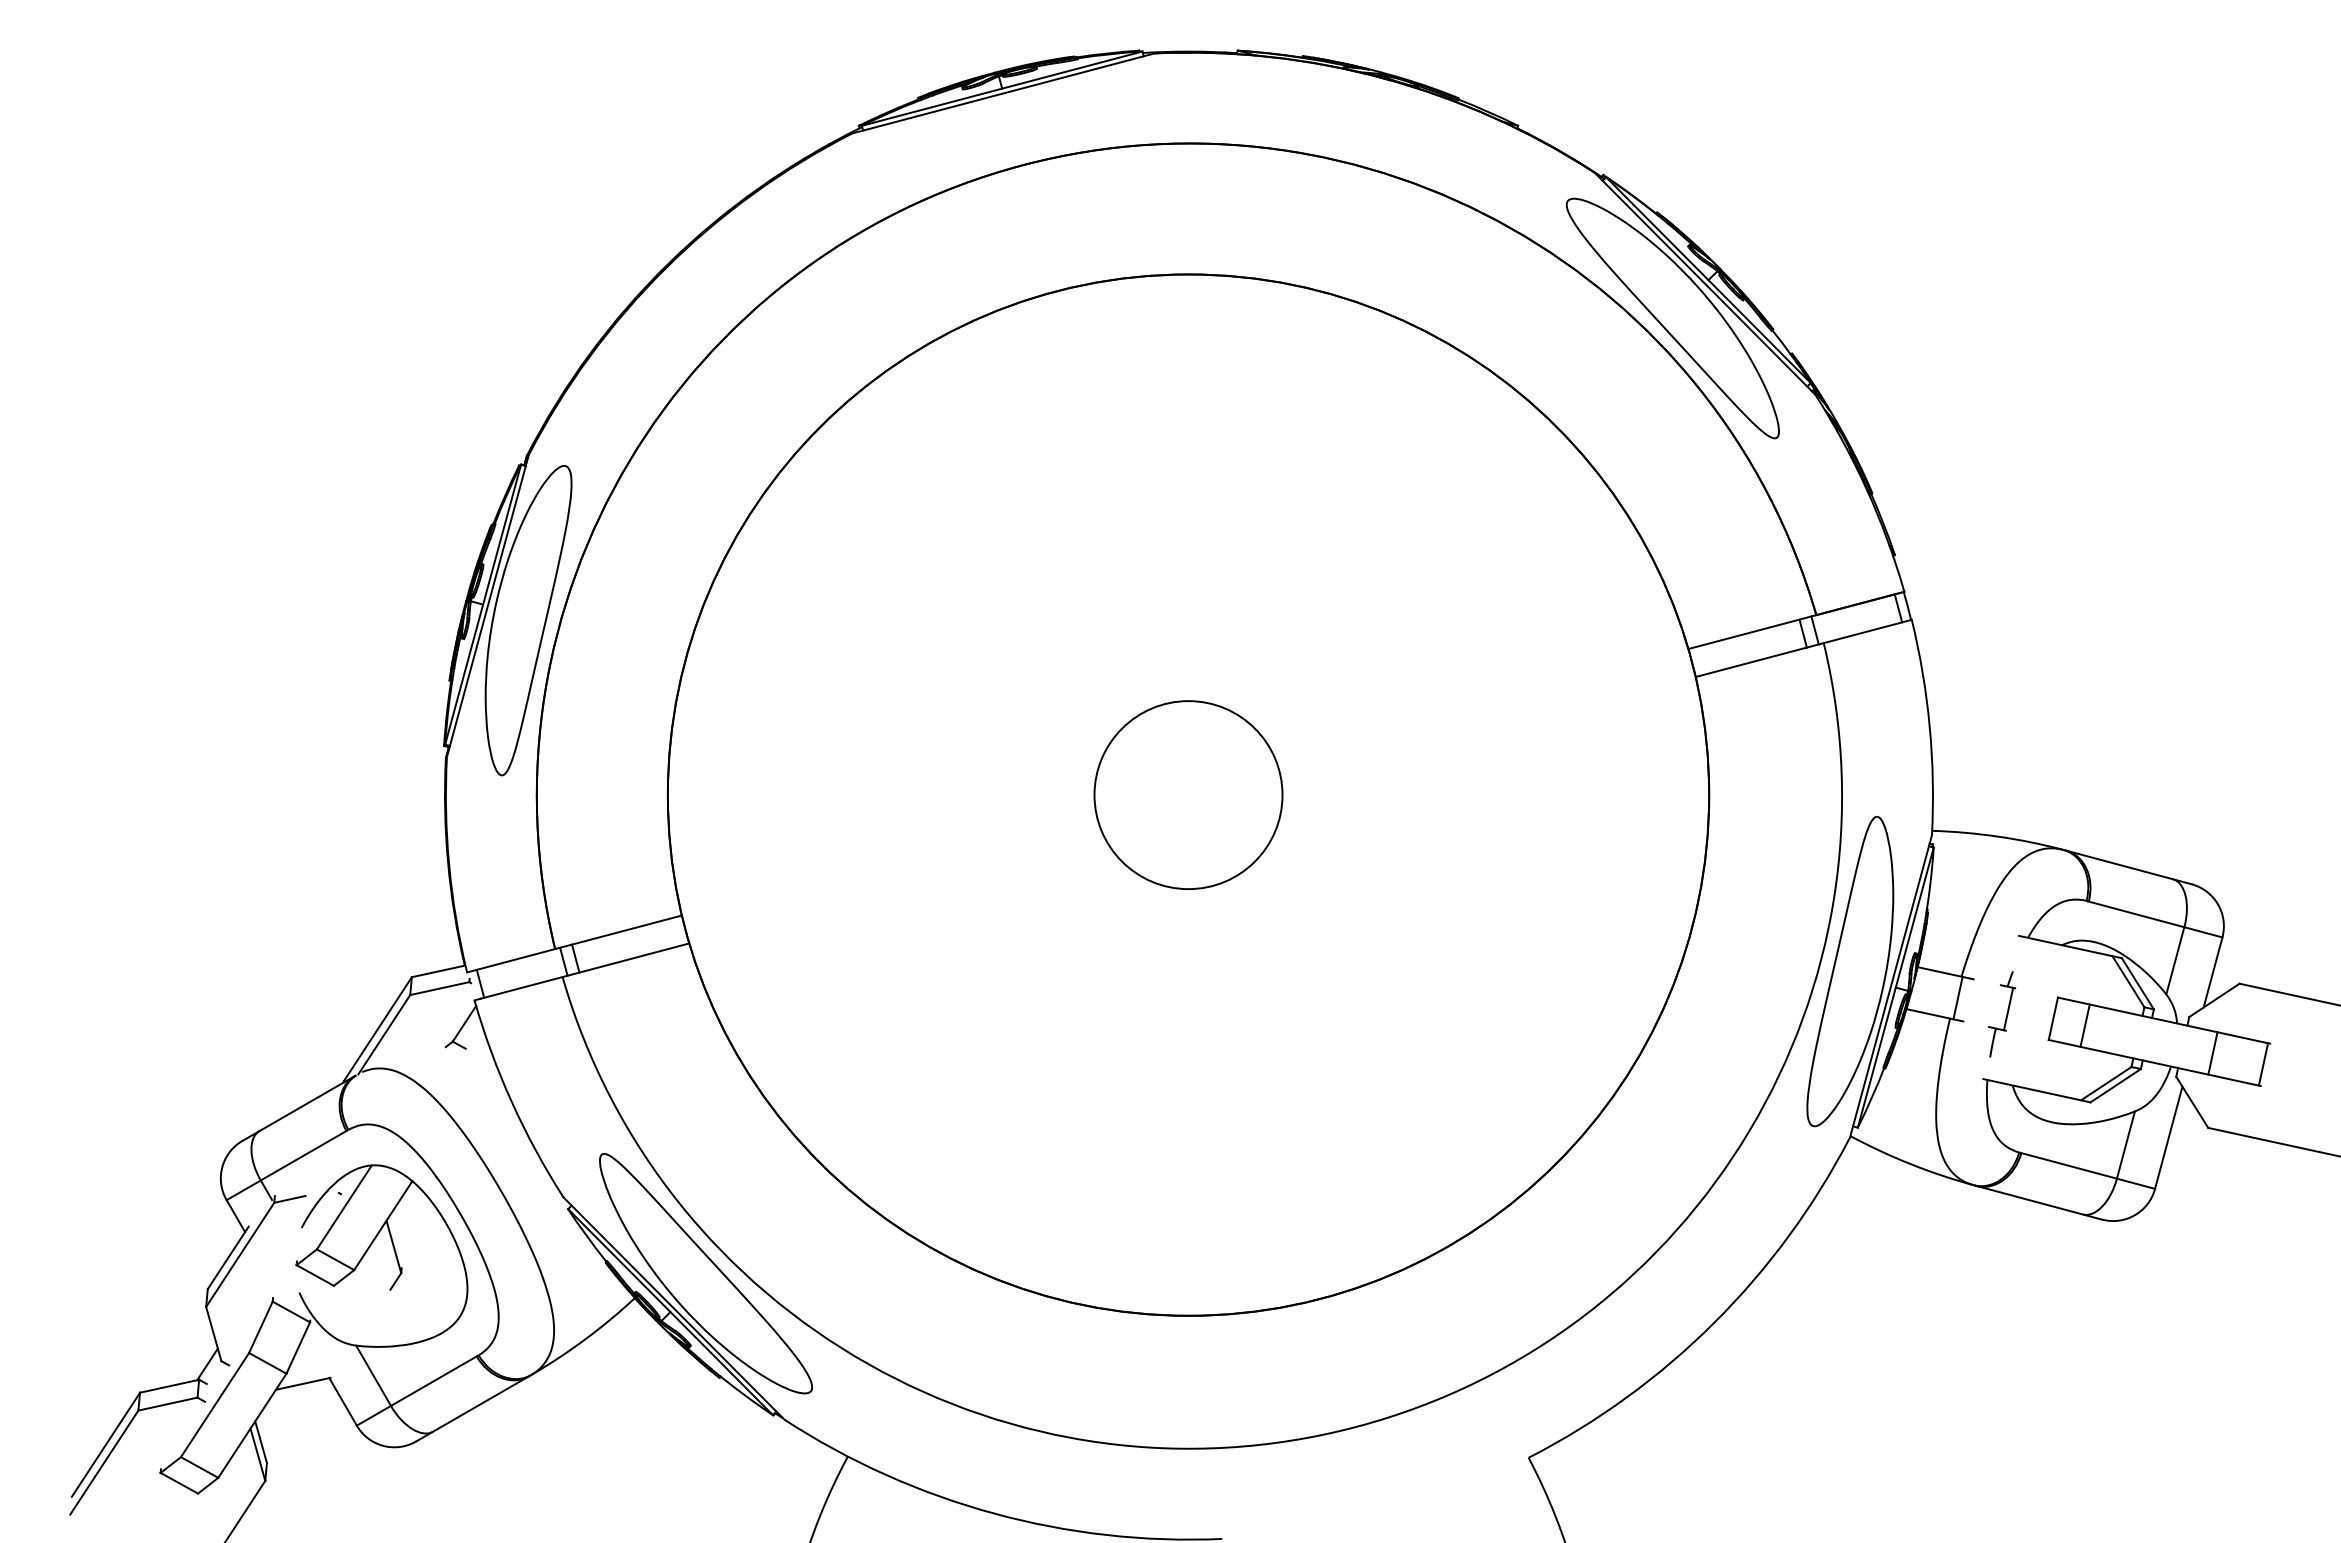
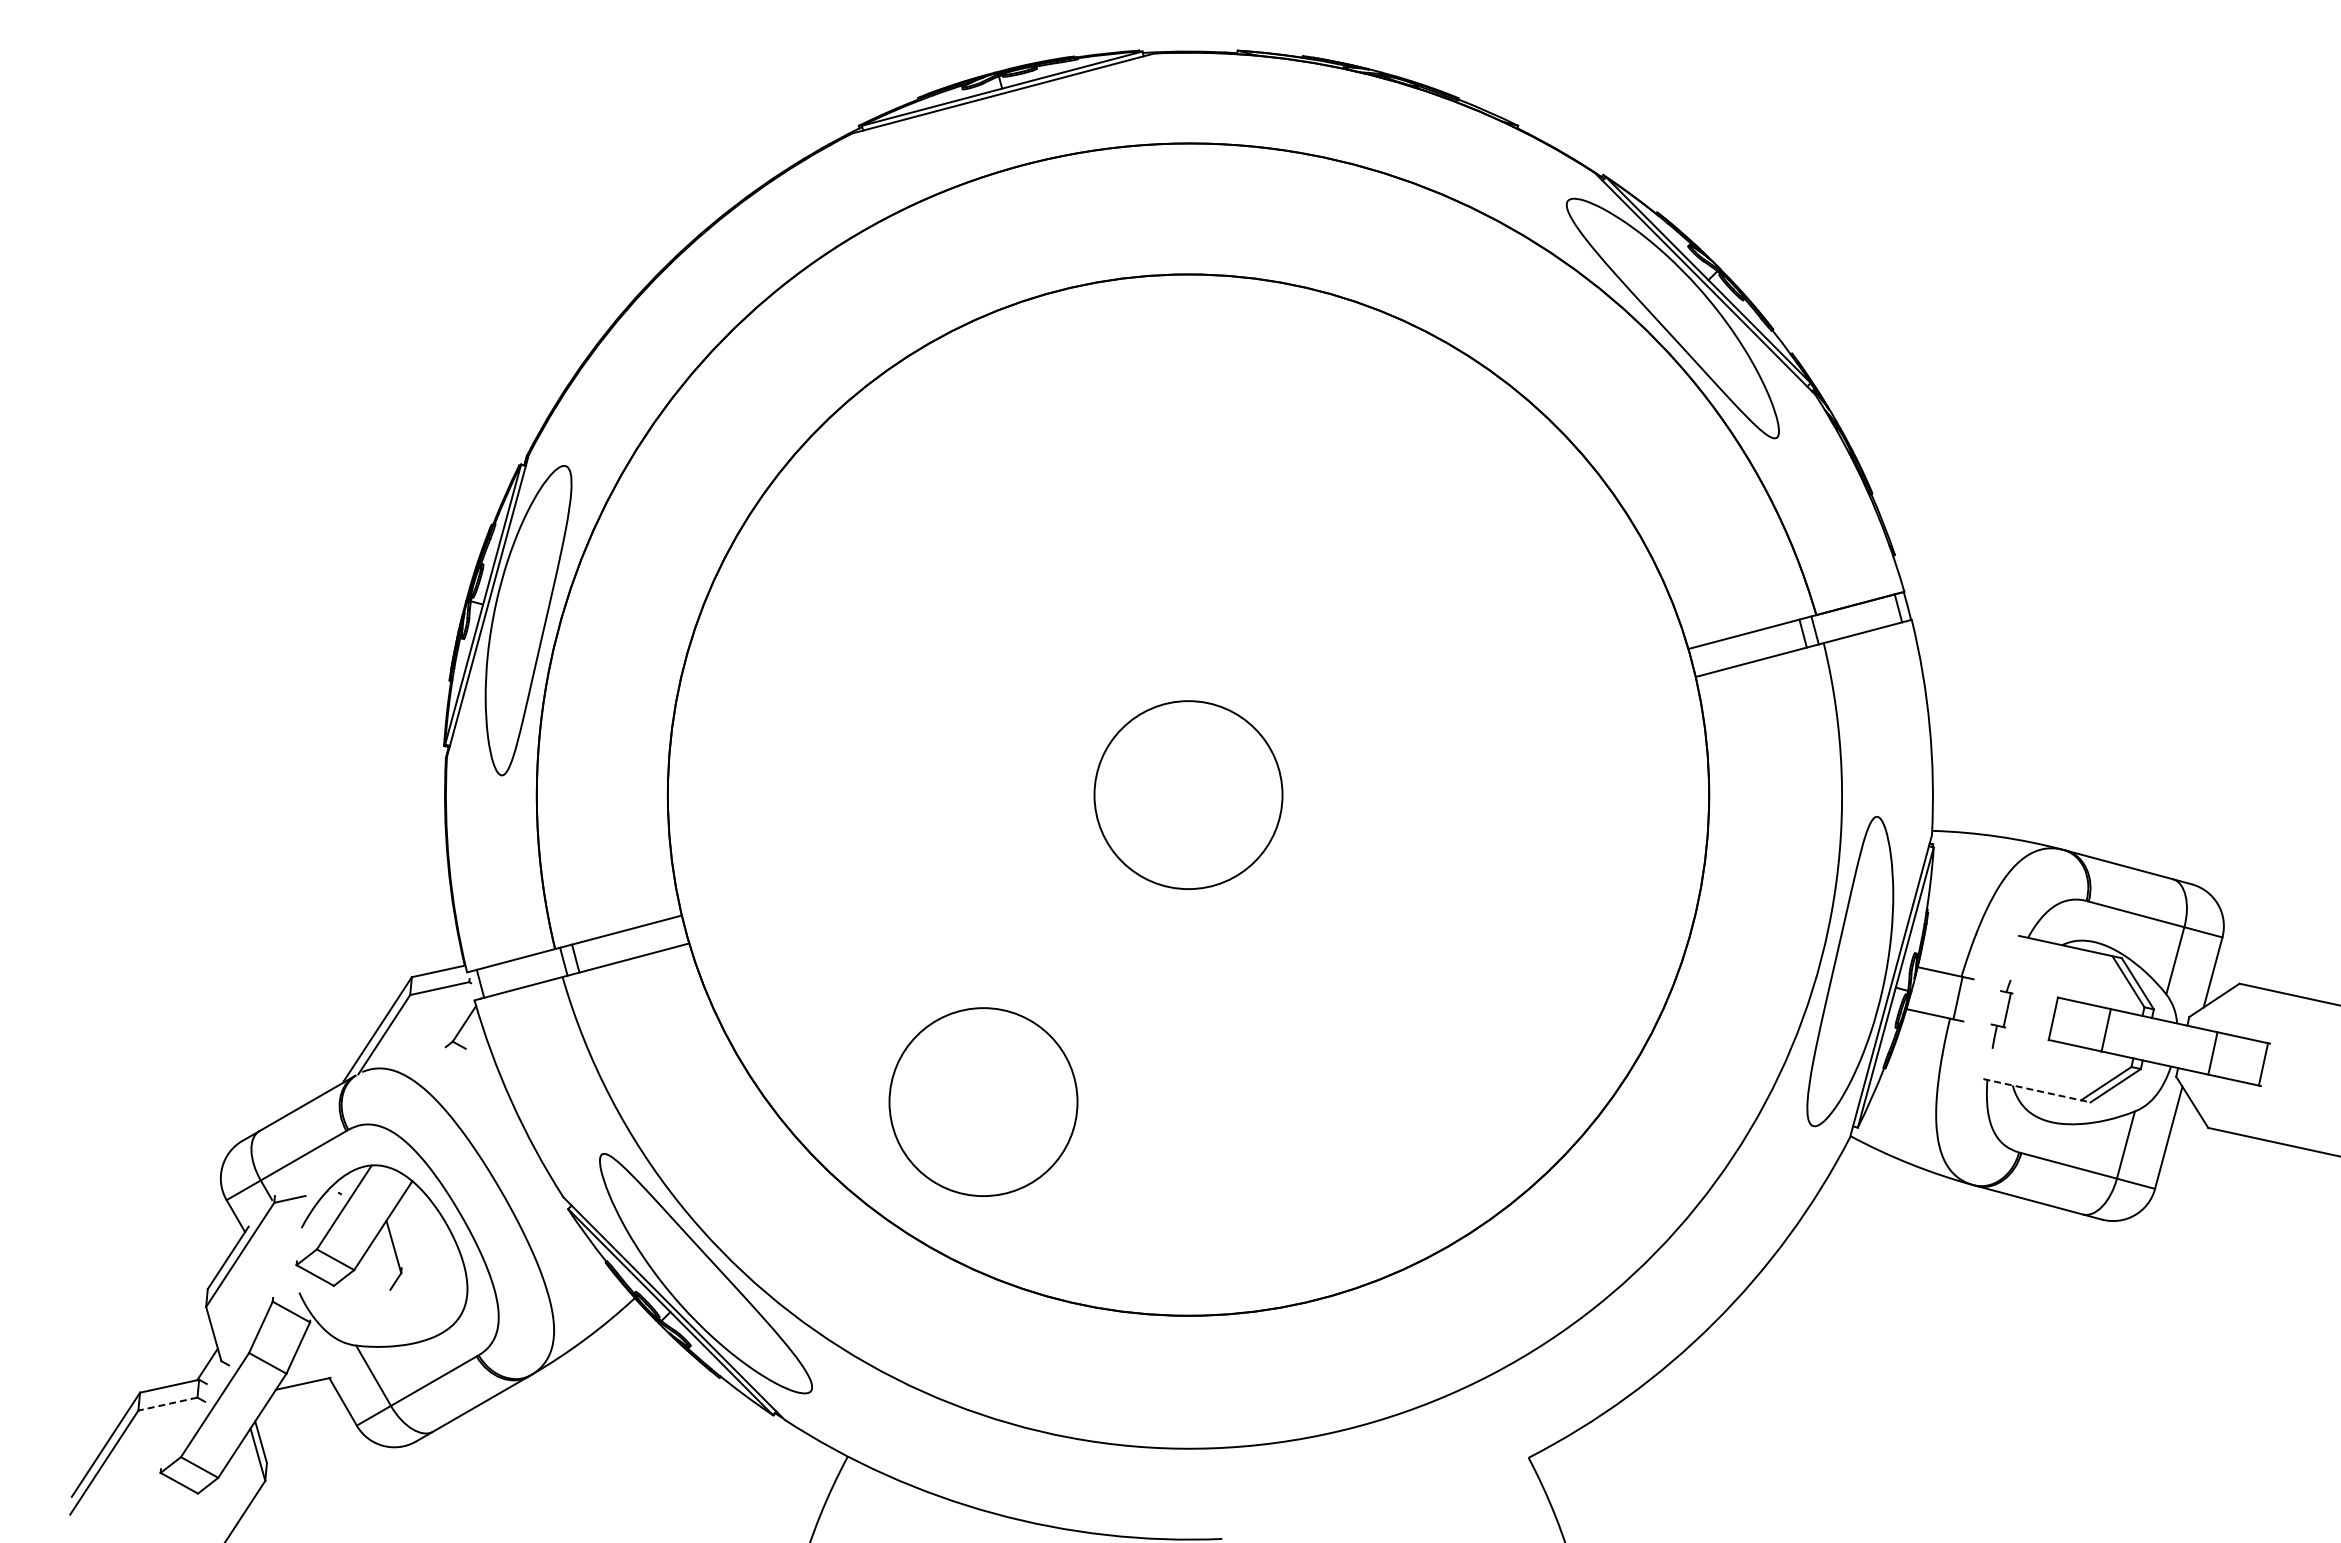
part at (2001, 1014) size: 28x87 px -> 24x69 px
line at (2084, 1025) position: (2084, 1025) -> (2105, 1030)
line at (2036, 1090): solid -> dashed
circle at (983, 1101): none -> present
line at (167, 1404): solid -> dashed
